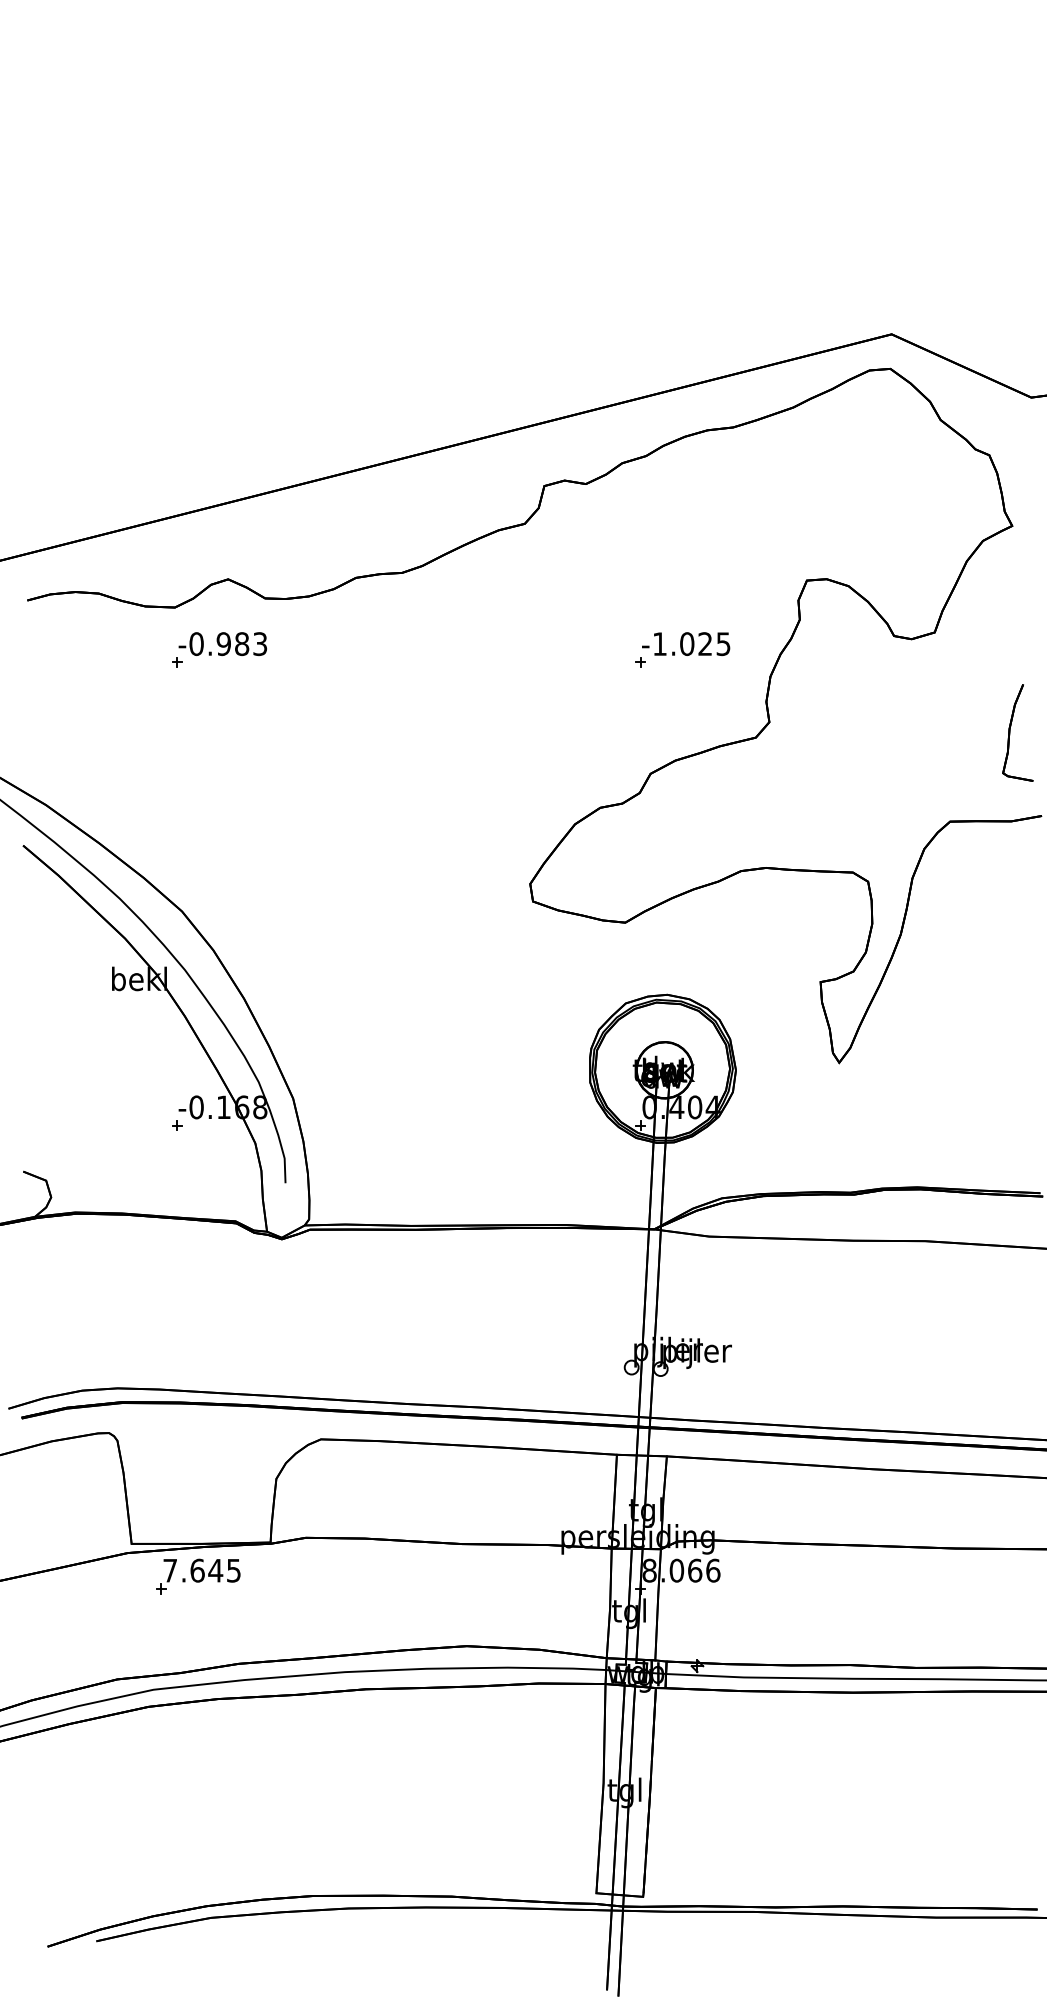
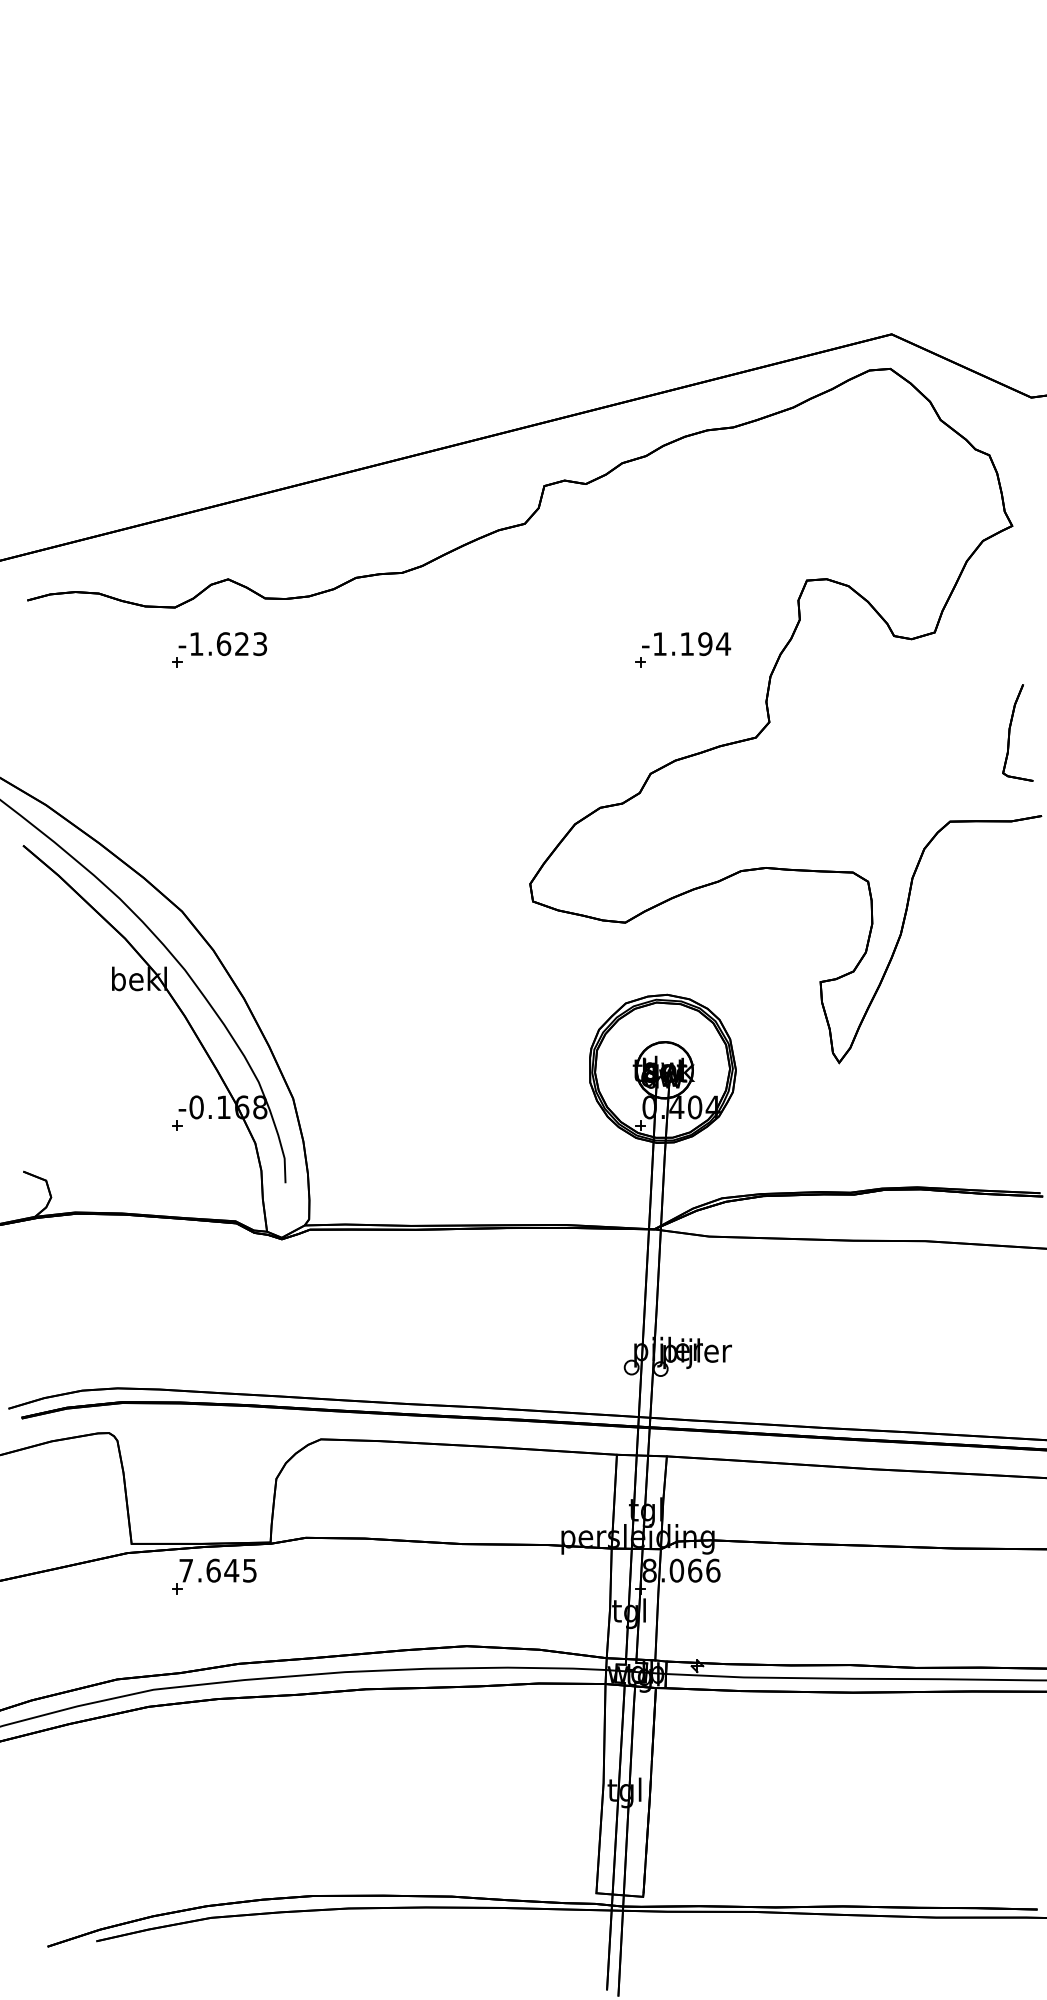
text at (219, 644): -0.983 -> -1.623
text at (705, 644): -1.025 -> -1.194
part at (198, 1576) position: (198, 1576) -> (214, 1576)
